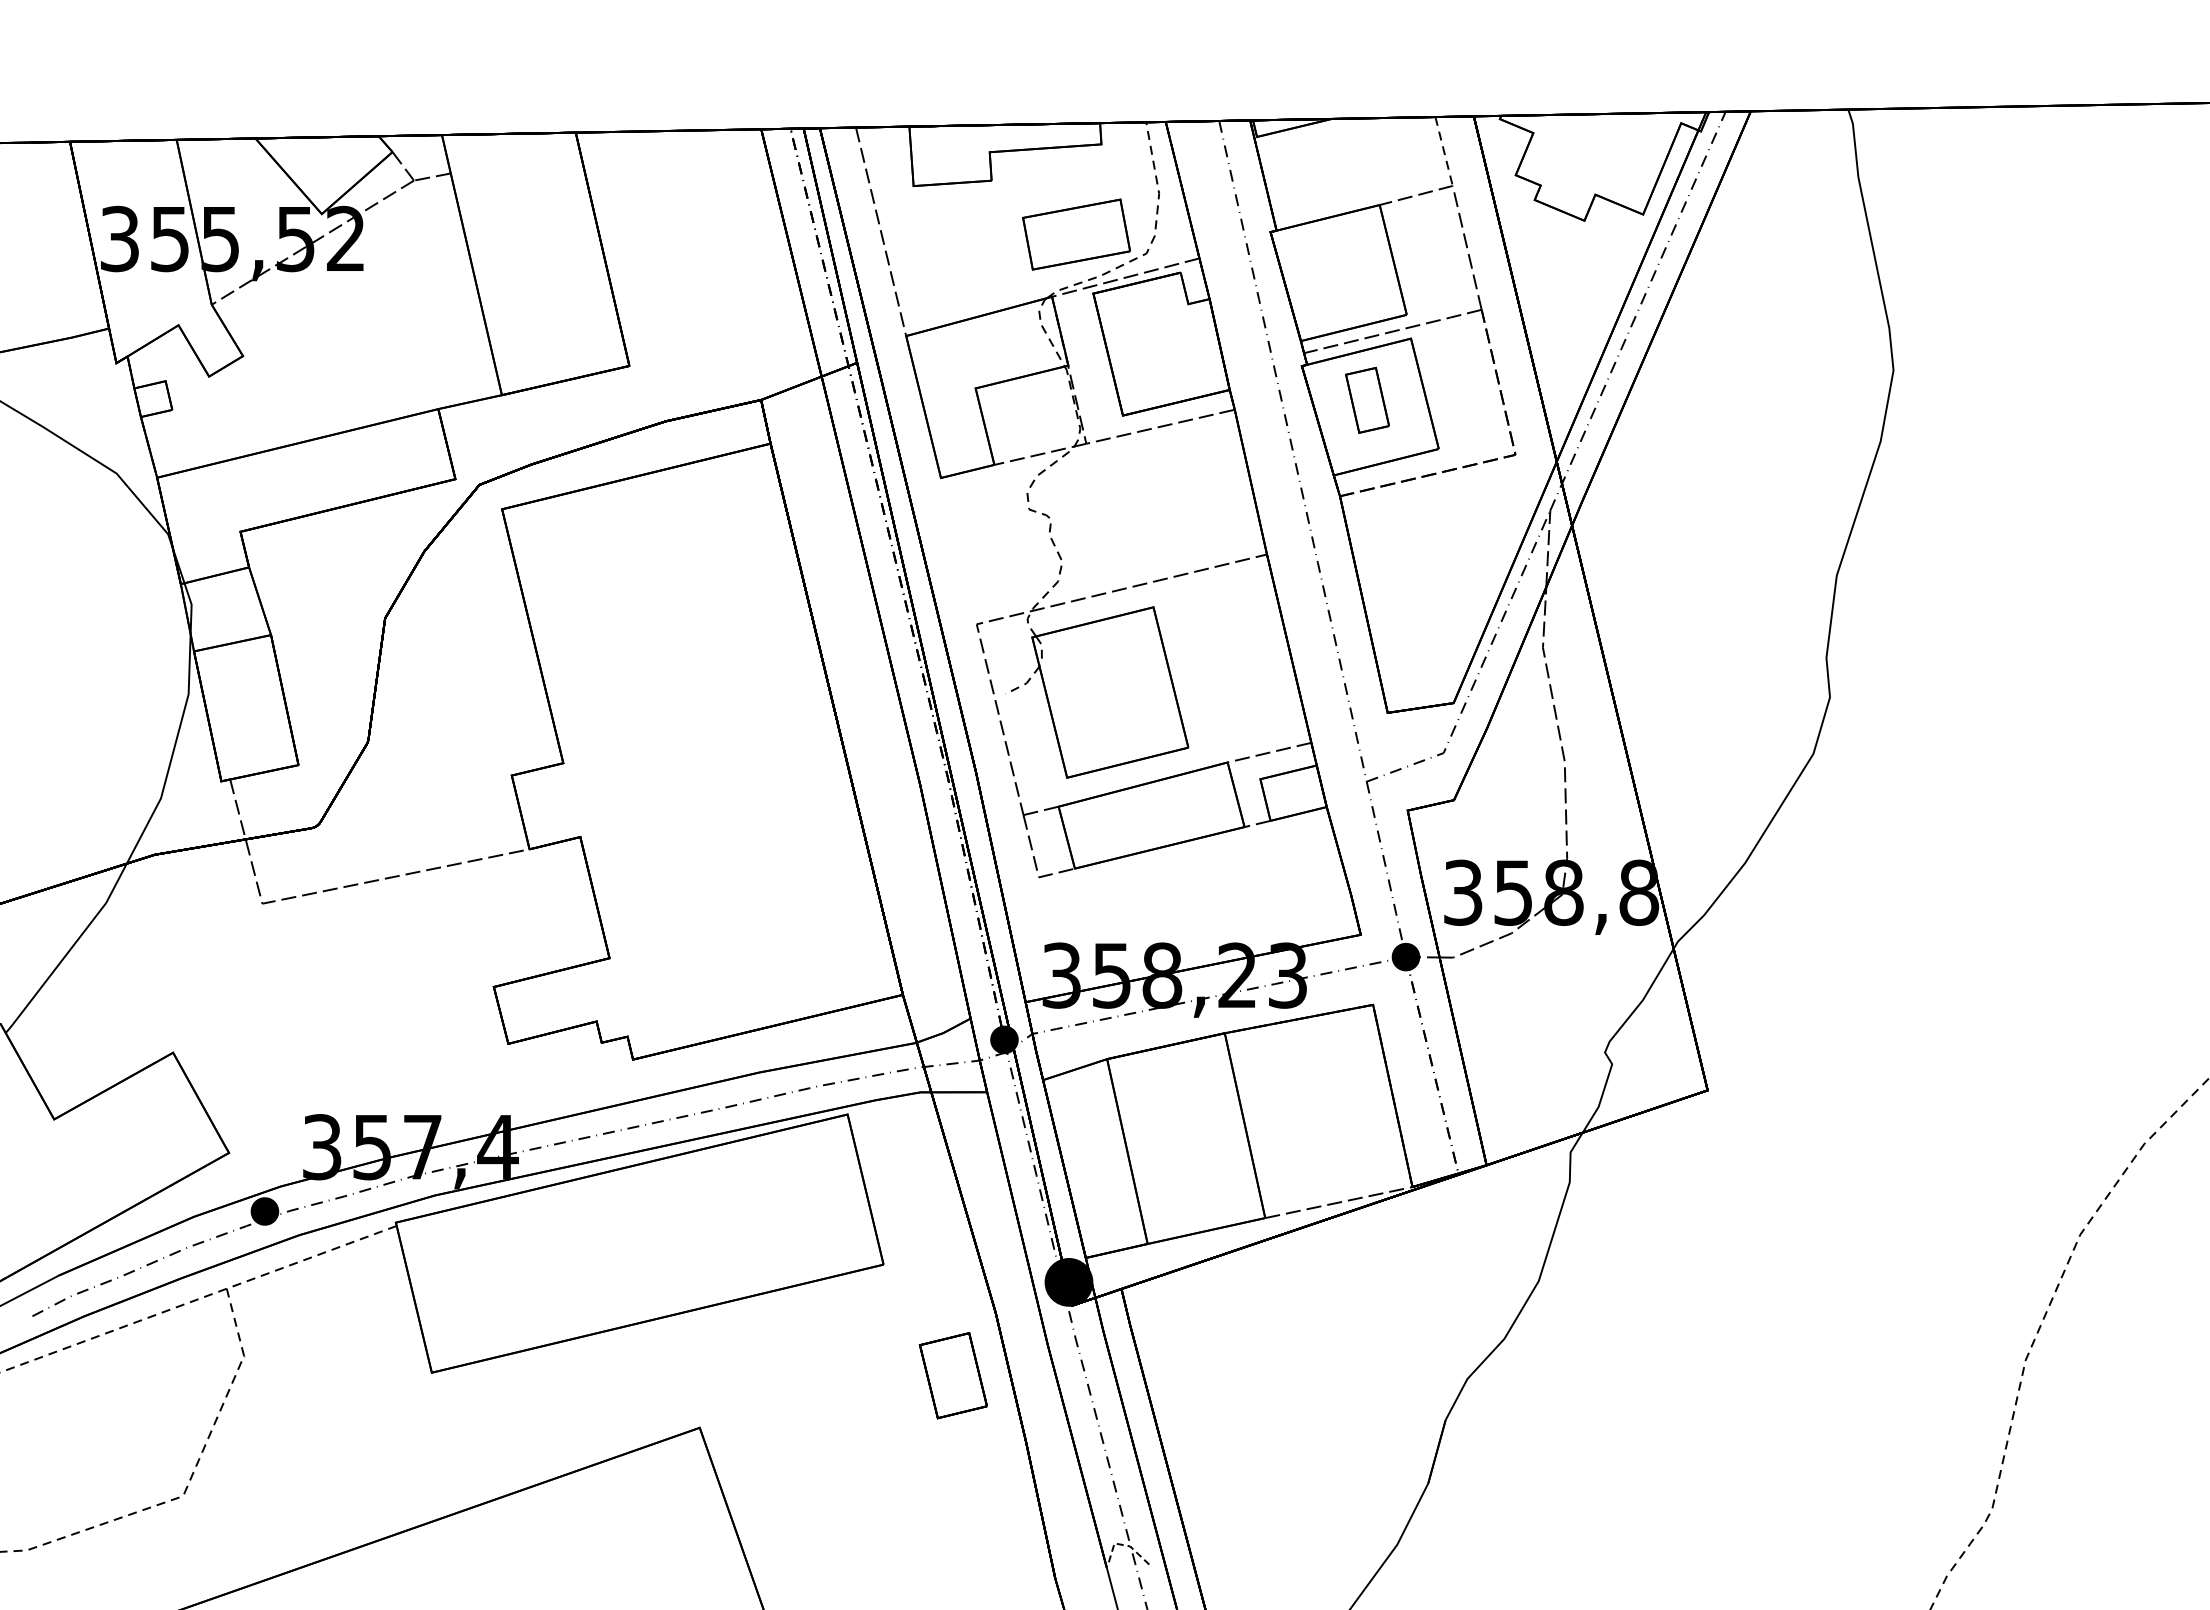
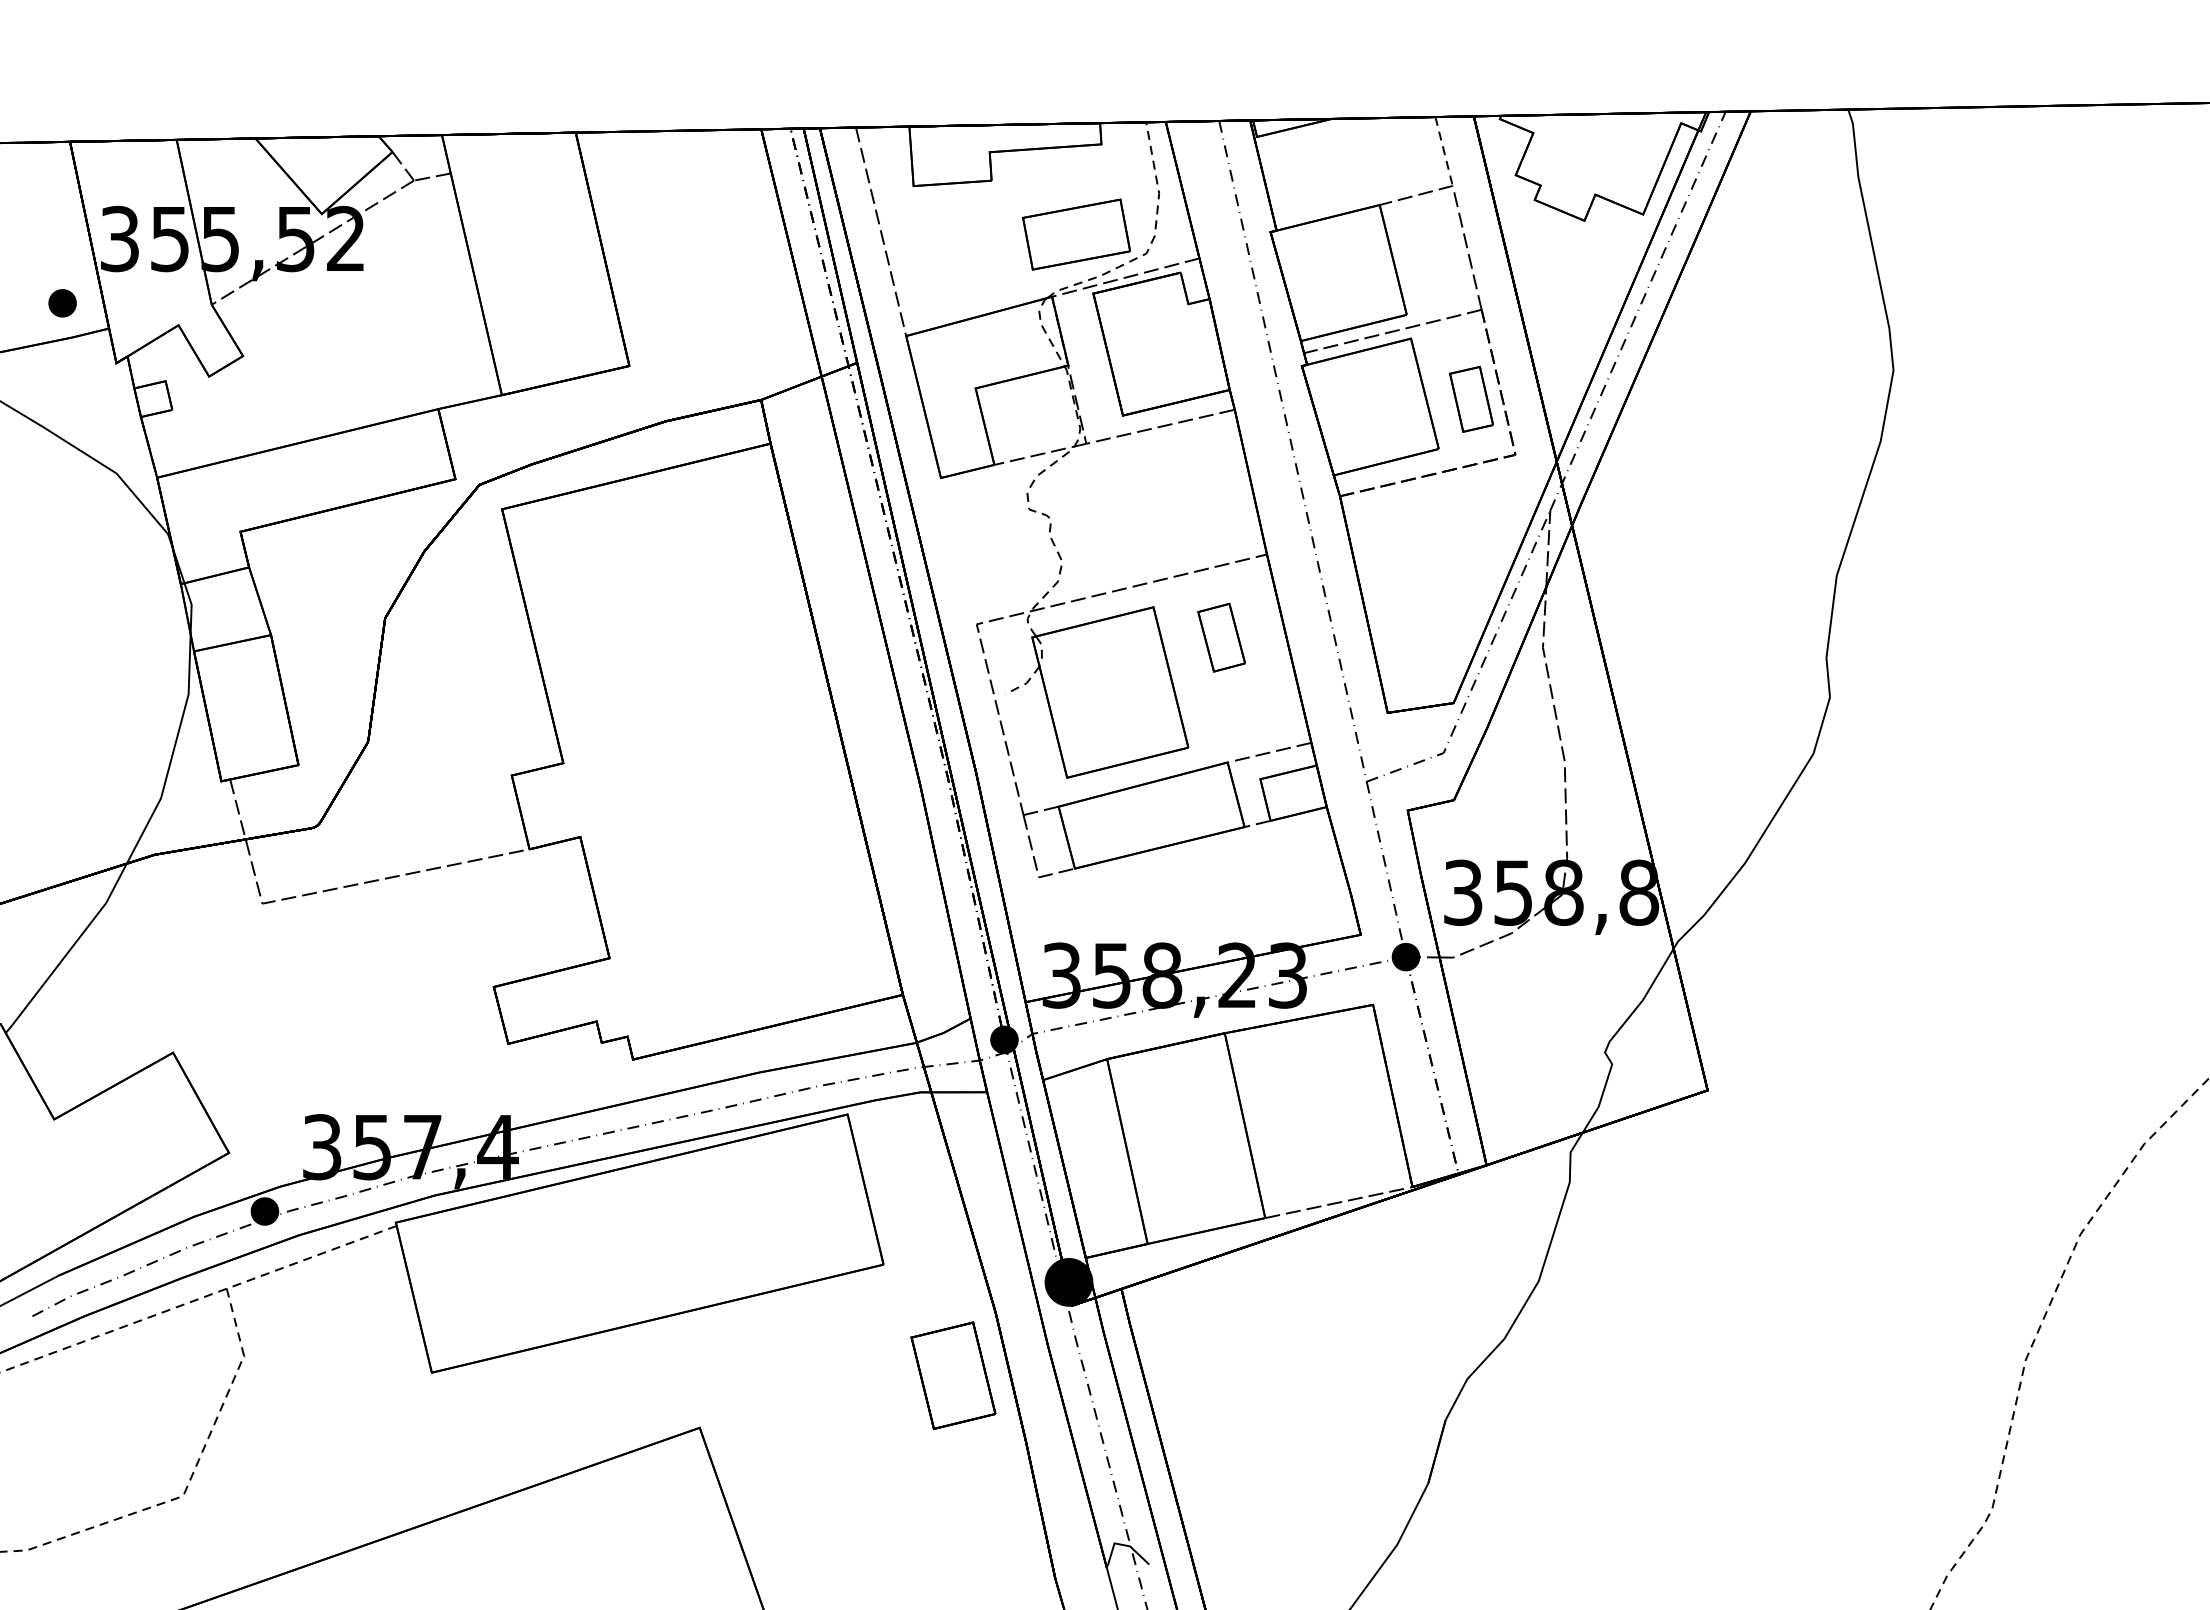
part at (62, 303): none -> present
part at (1367, 399) position: (1367, 399) -> (1471, 398)
part at (1221, 637): none -> present
part at (952, 1375) size: 70x88 px -> 87x109 px
line at (1123, 1545): dashed -> solid
